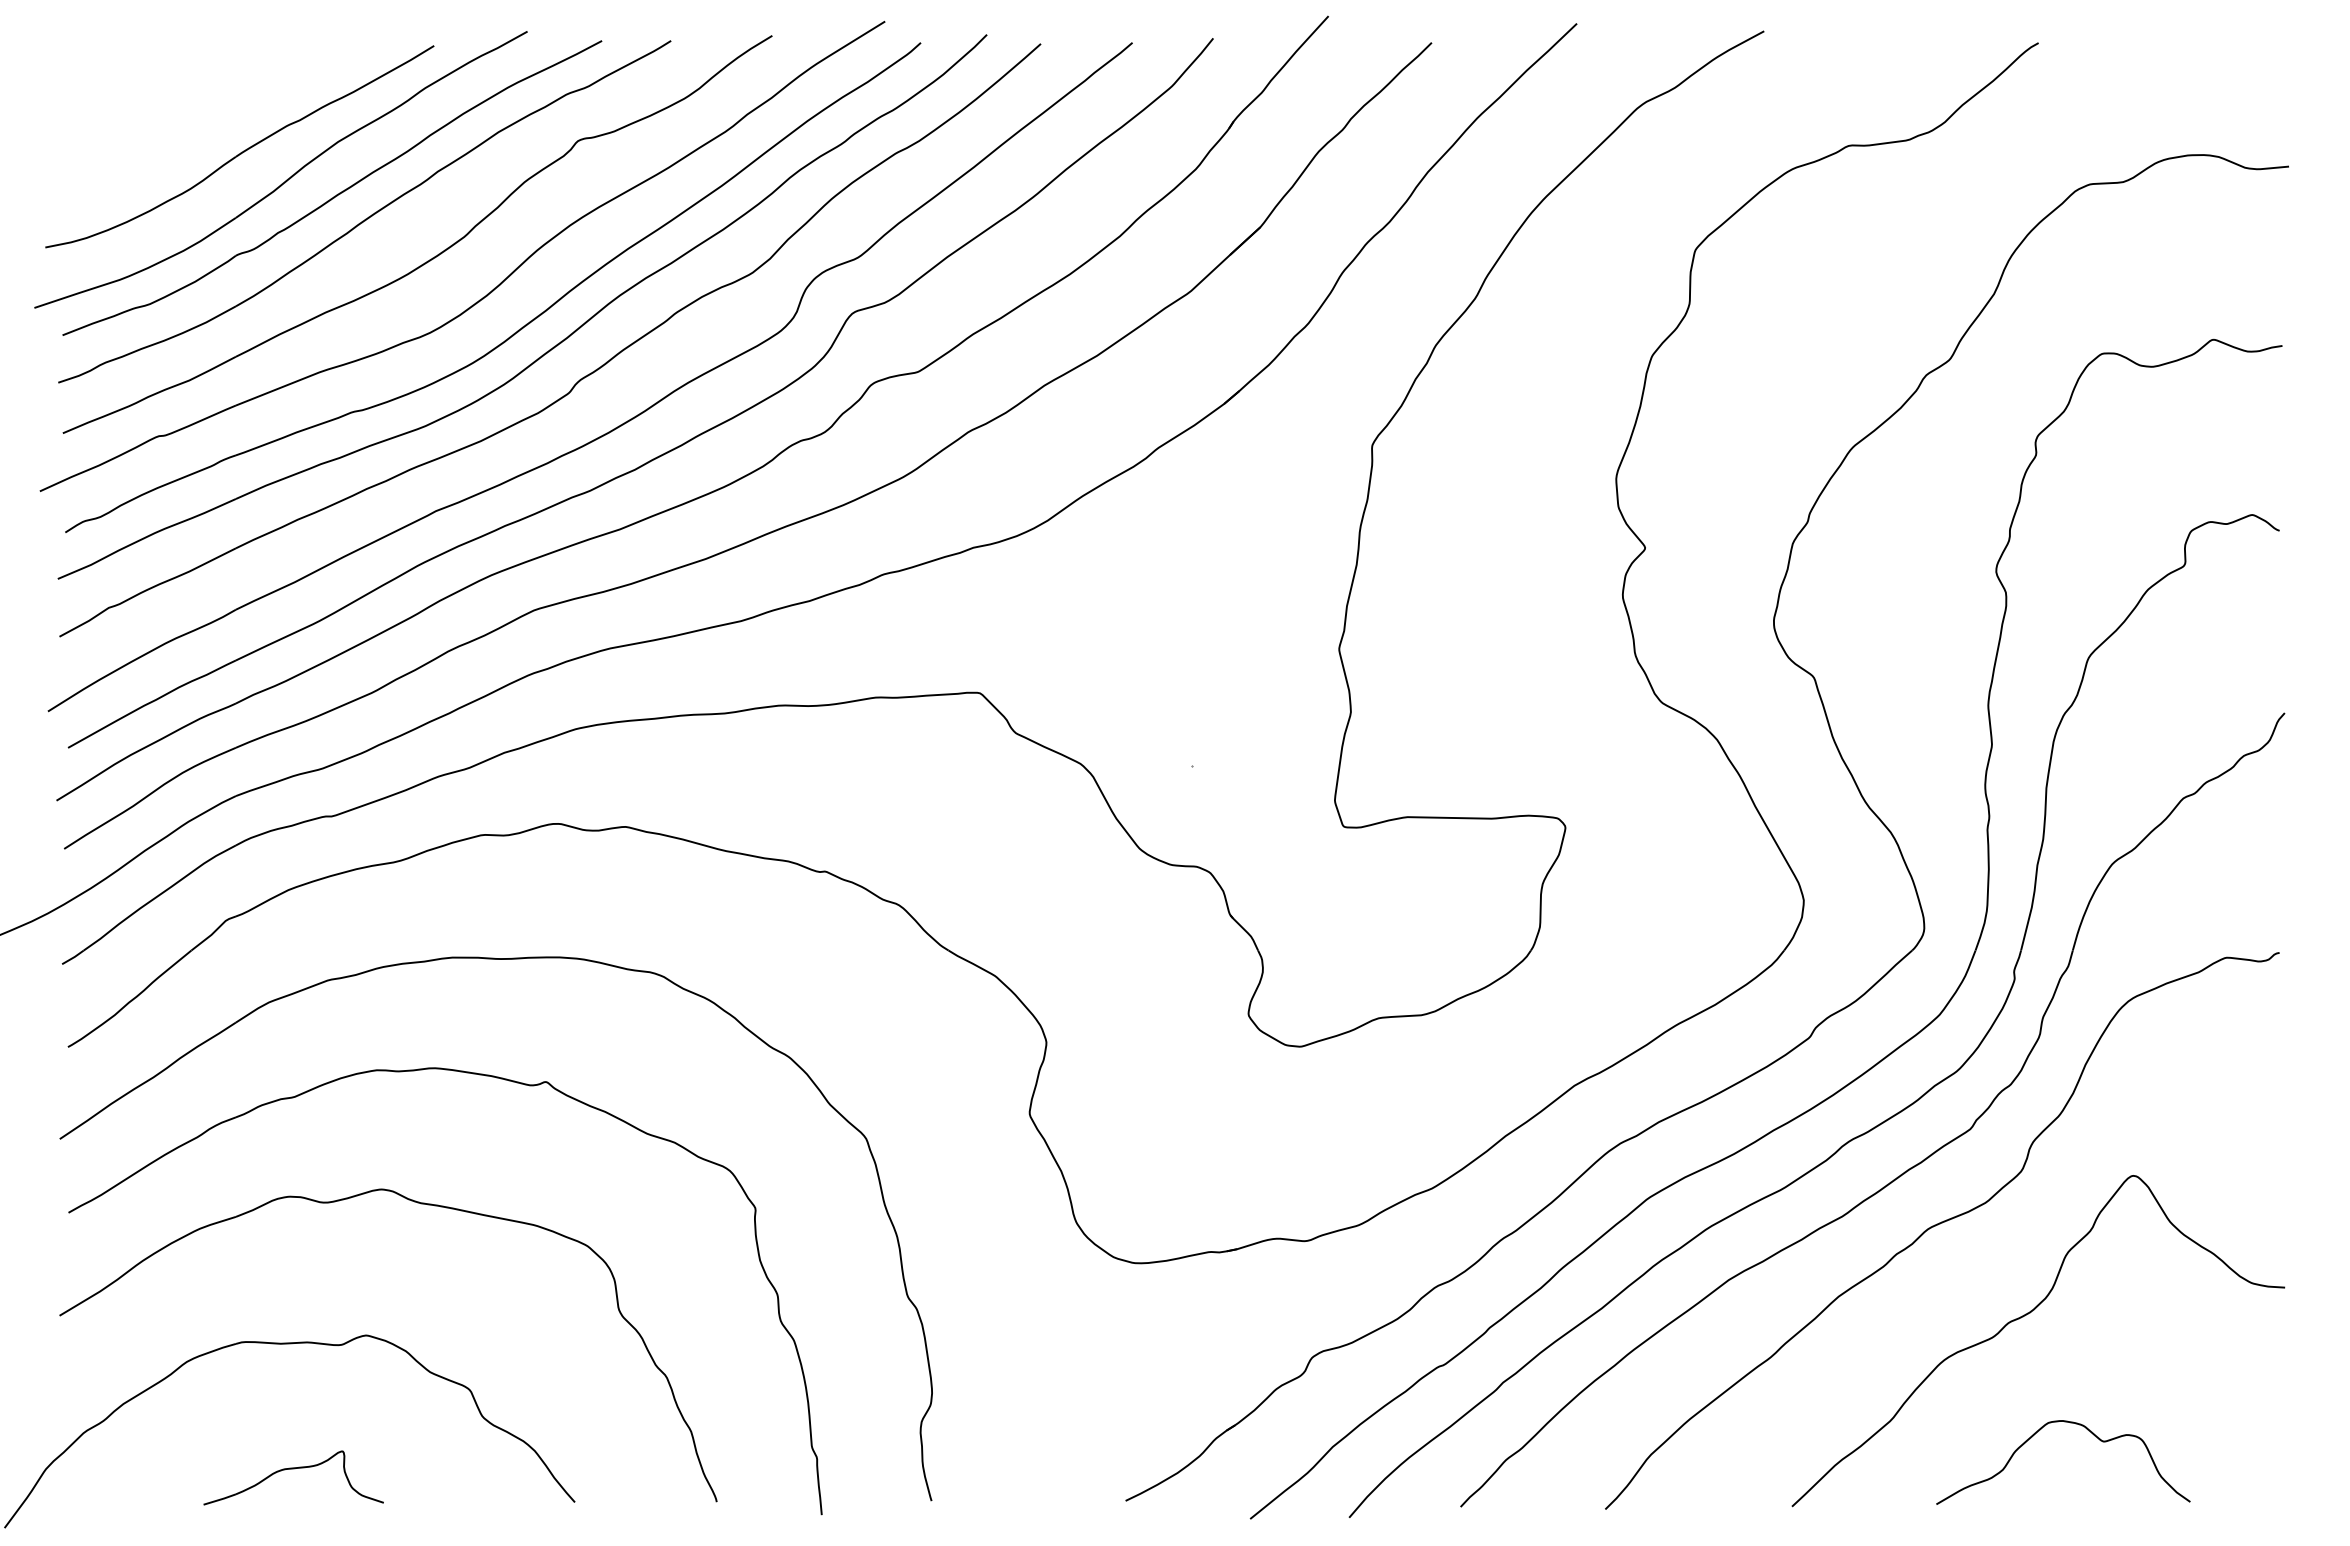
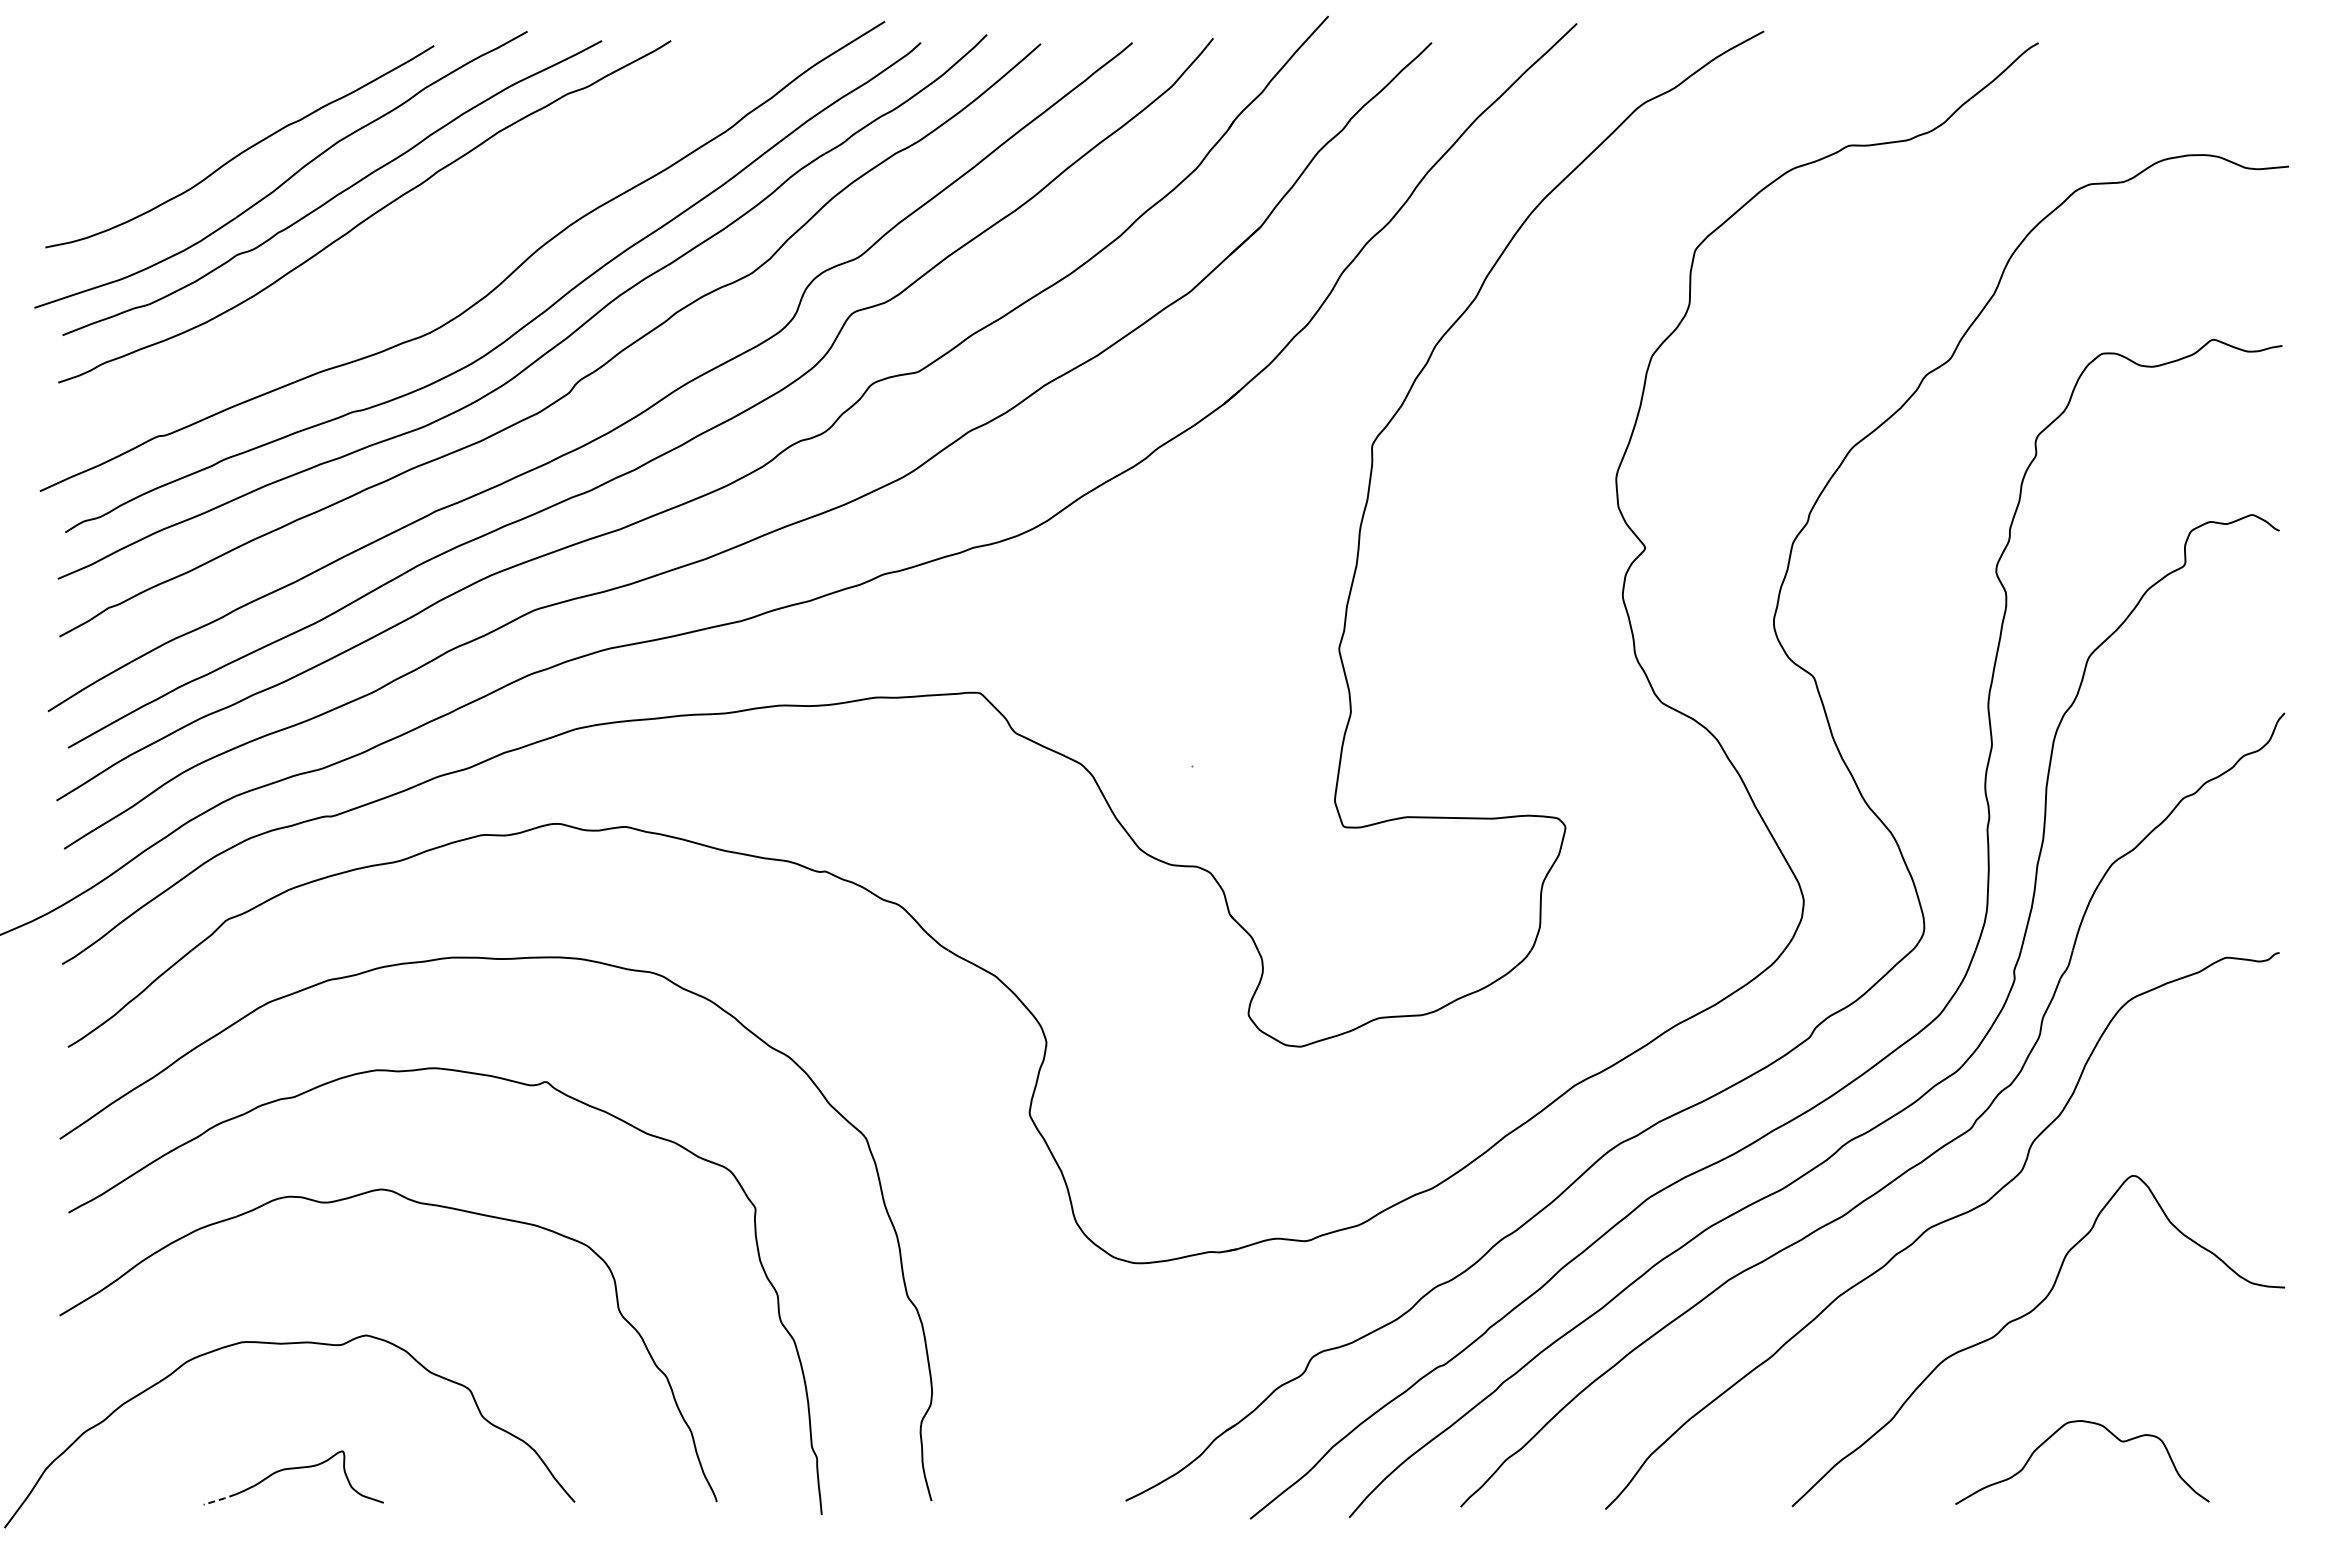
part at (432, 257): present -> none
curve at (2039, 1431) position: (2039, 1431) -> (2058, 1431)
line at (220, 1499): solid -> dashed
